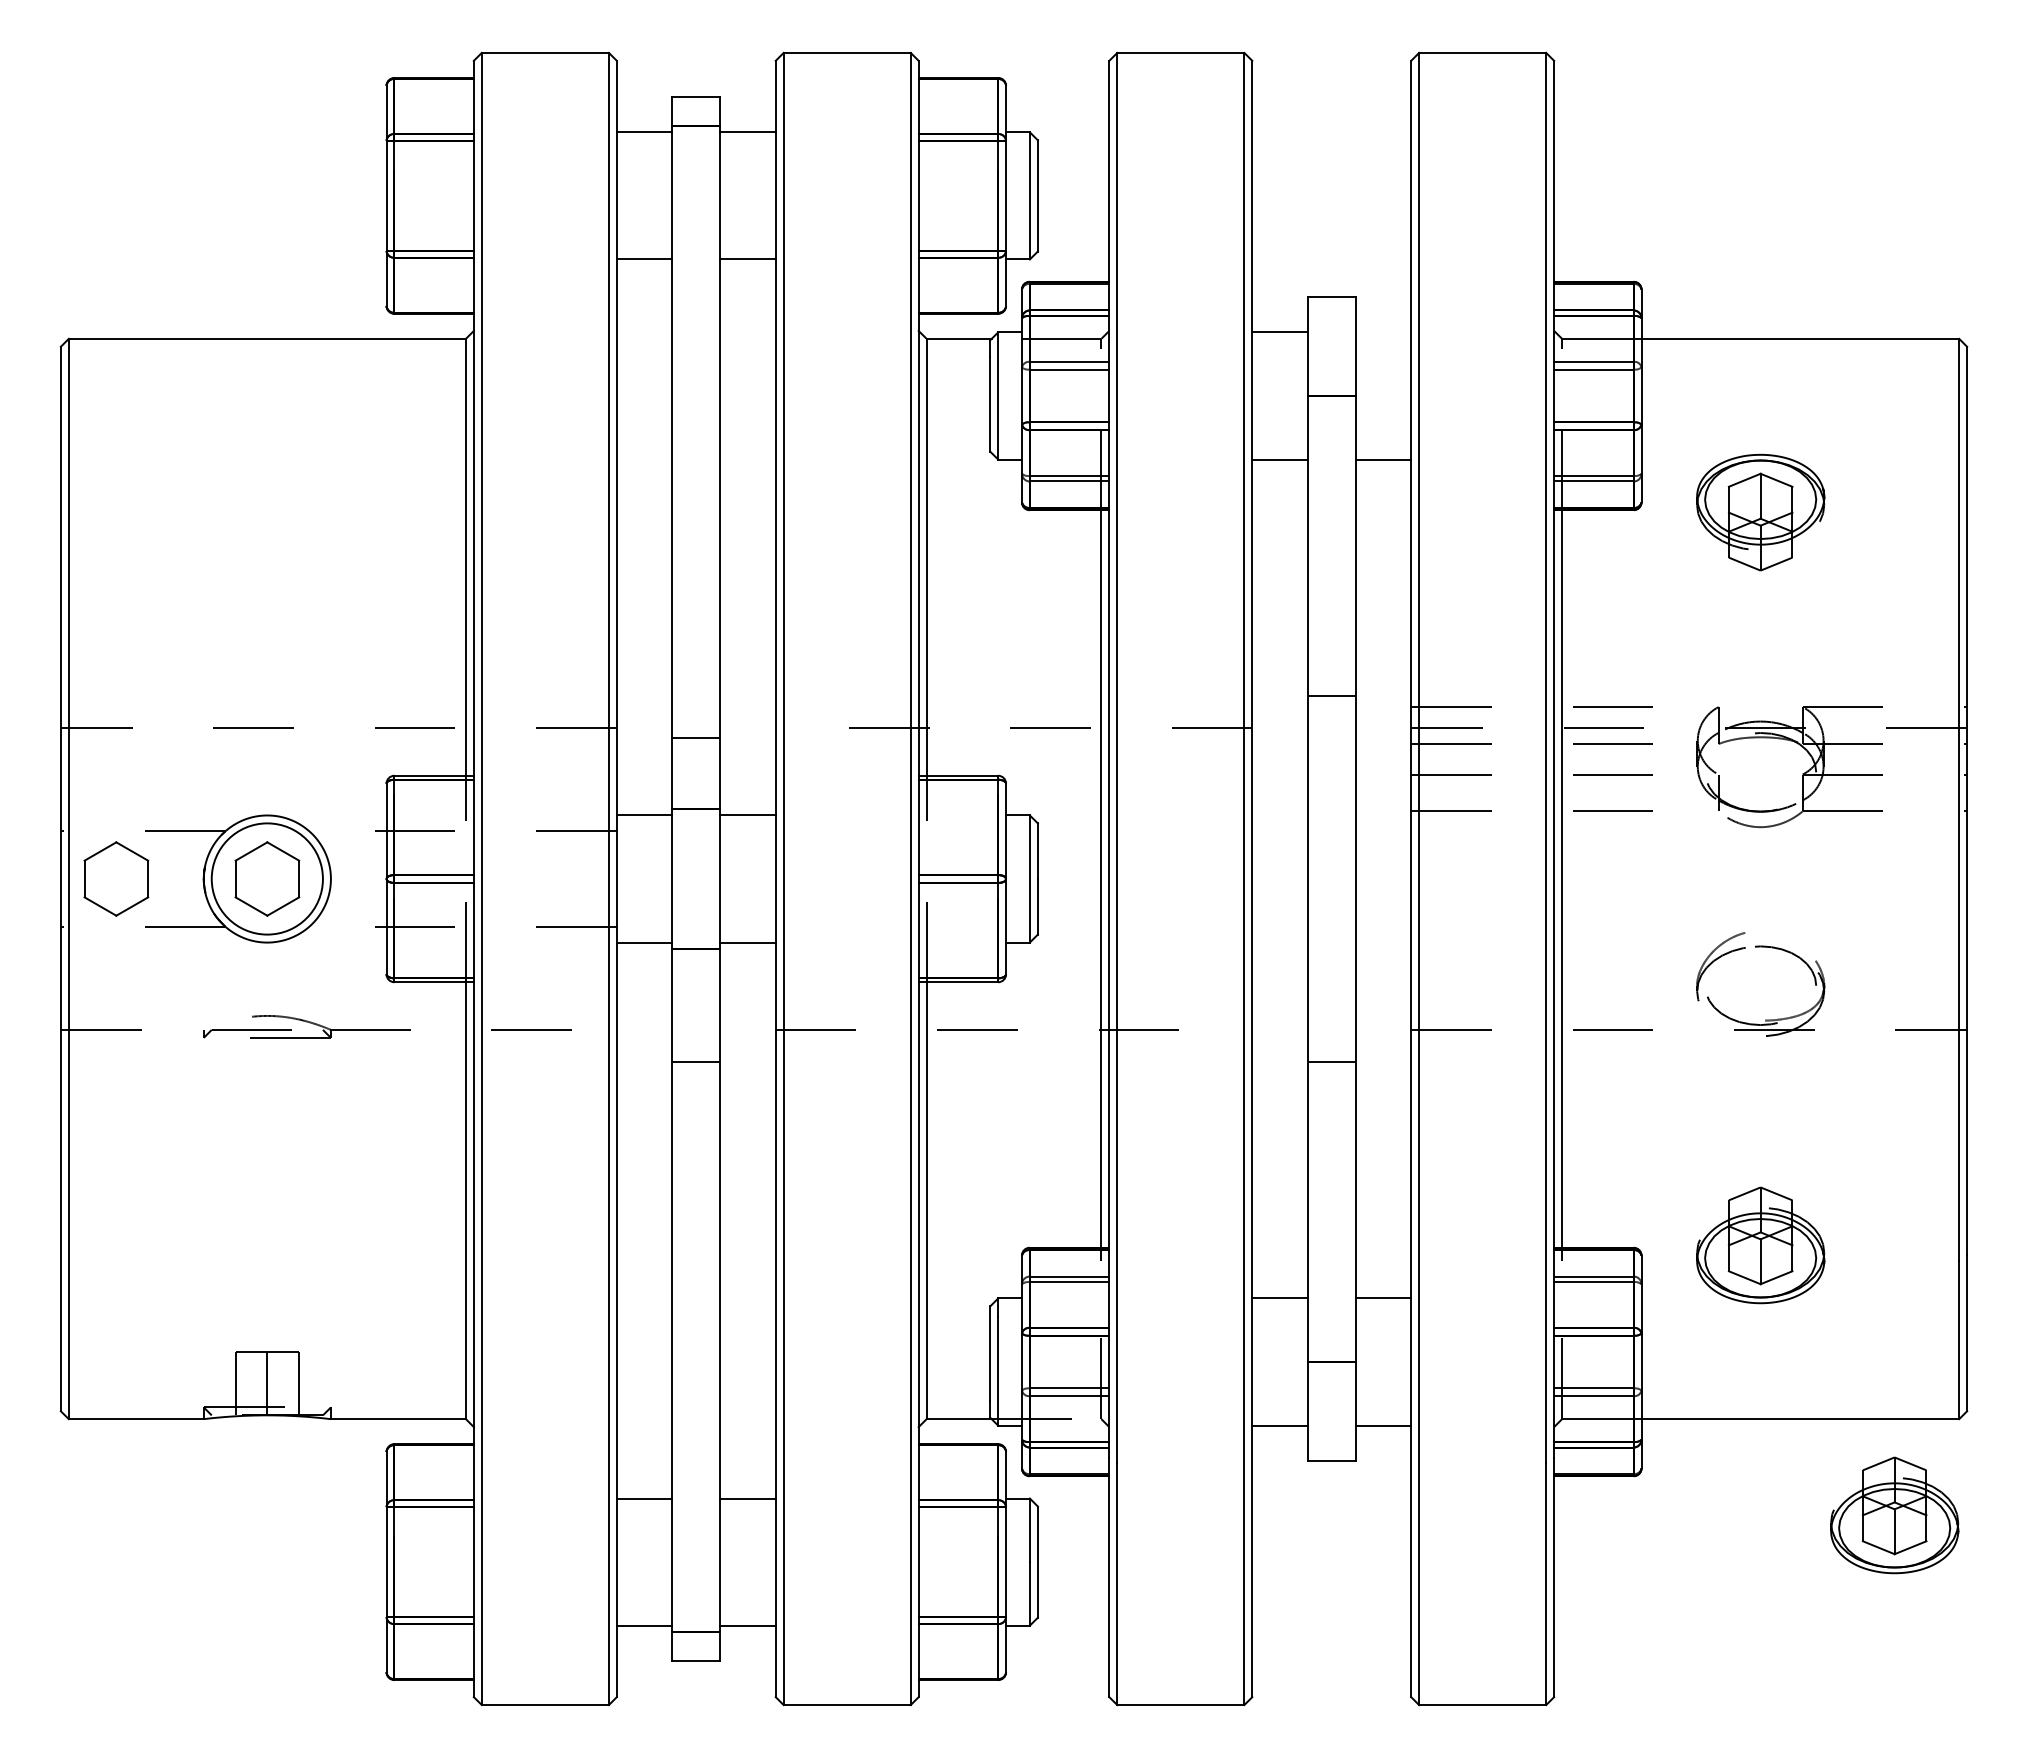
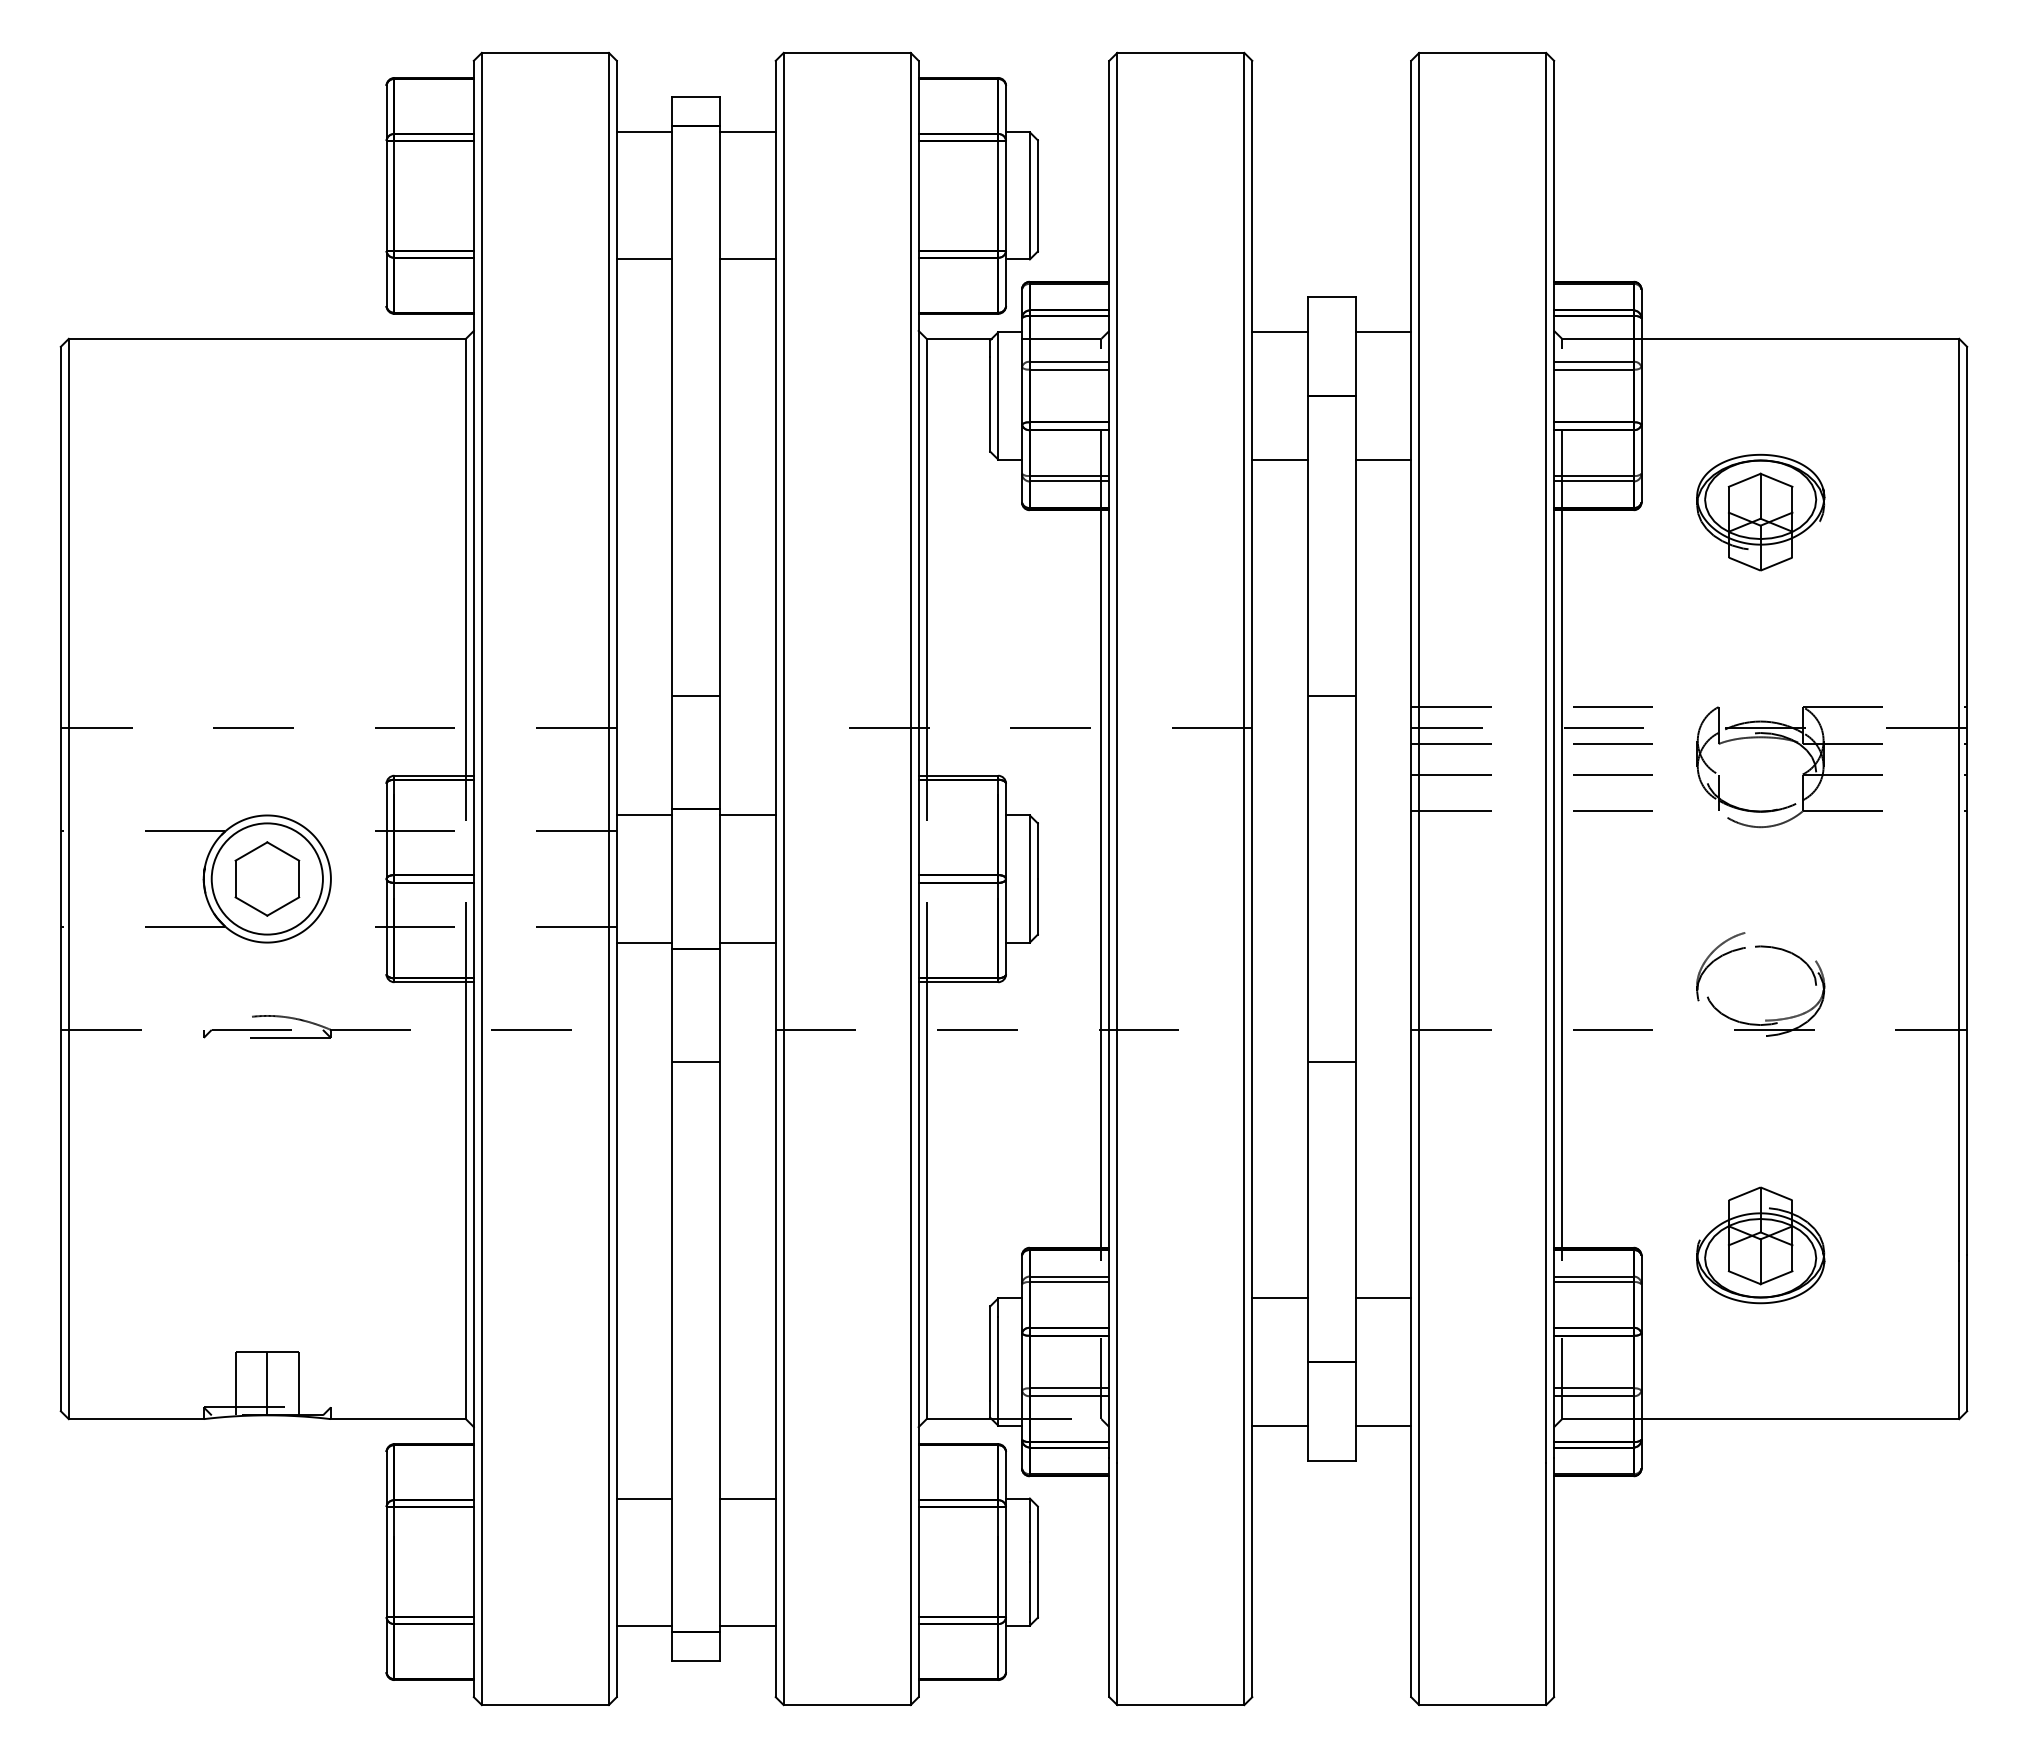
line at (1383, 332): none -> present
line at (696, 738) position: (696, 738) -> (696, 696)
part at (116, 878): present -> none
part at (1894, 1515): present -> none
